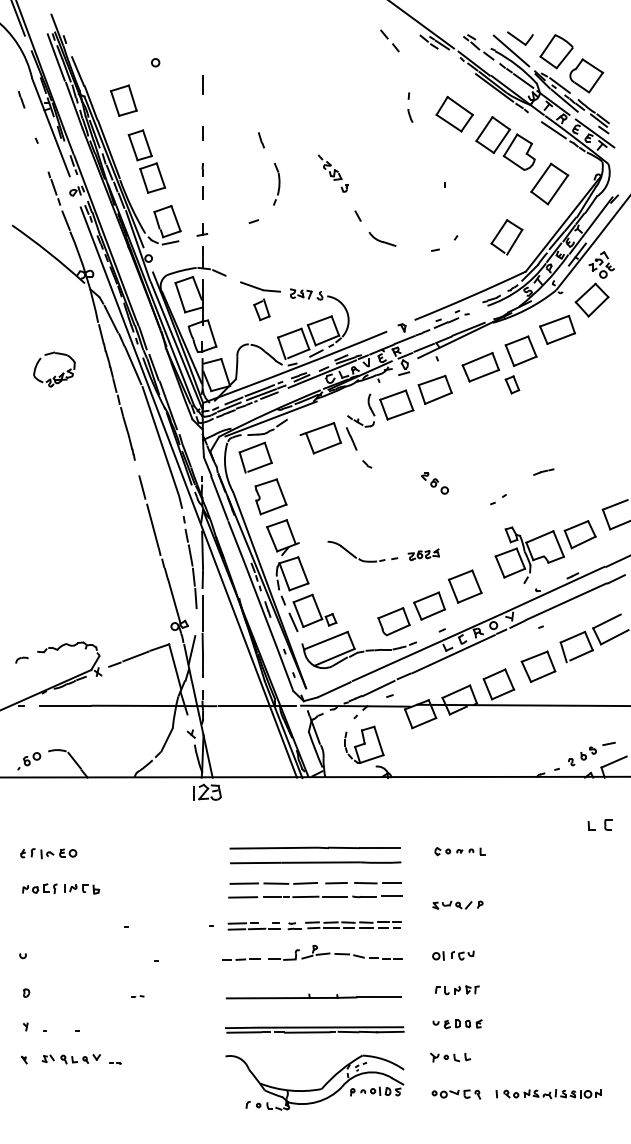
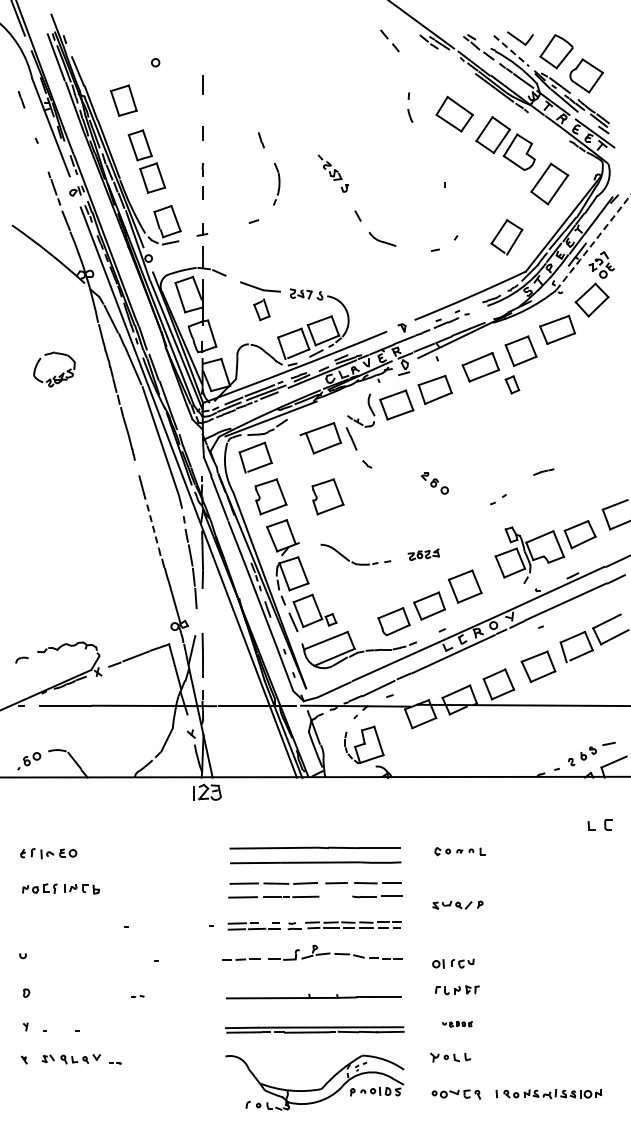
line at (511, 51): solid -> dashed
line at (553, 130): present -> none
arc at (594, 241): solid -> dashed
part at (327, 496): none -> present
line at (153, 526): solid -> dashed
part at (360, 558) position: (360, 558) -> (353, 561)
line at (202, 612): present -> none
line at (334, 896): present -> none
part at (453, 955) position: (453, 955) -> (453, 963)
part at (457, 1024) size: 51x11 px -> 31x7 px
